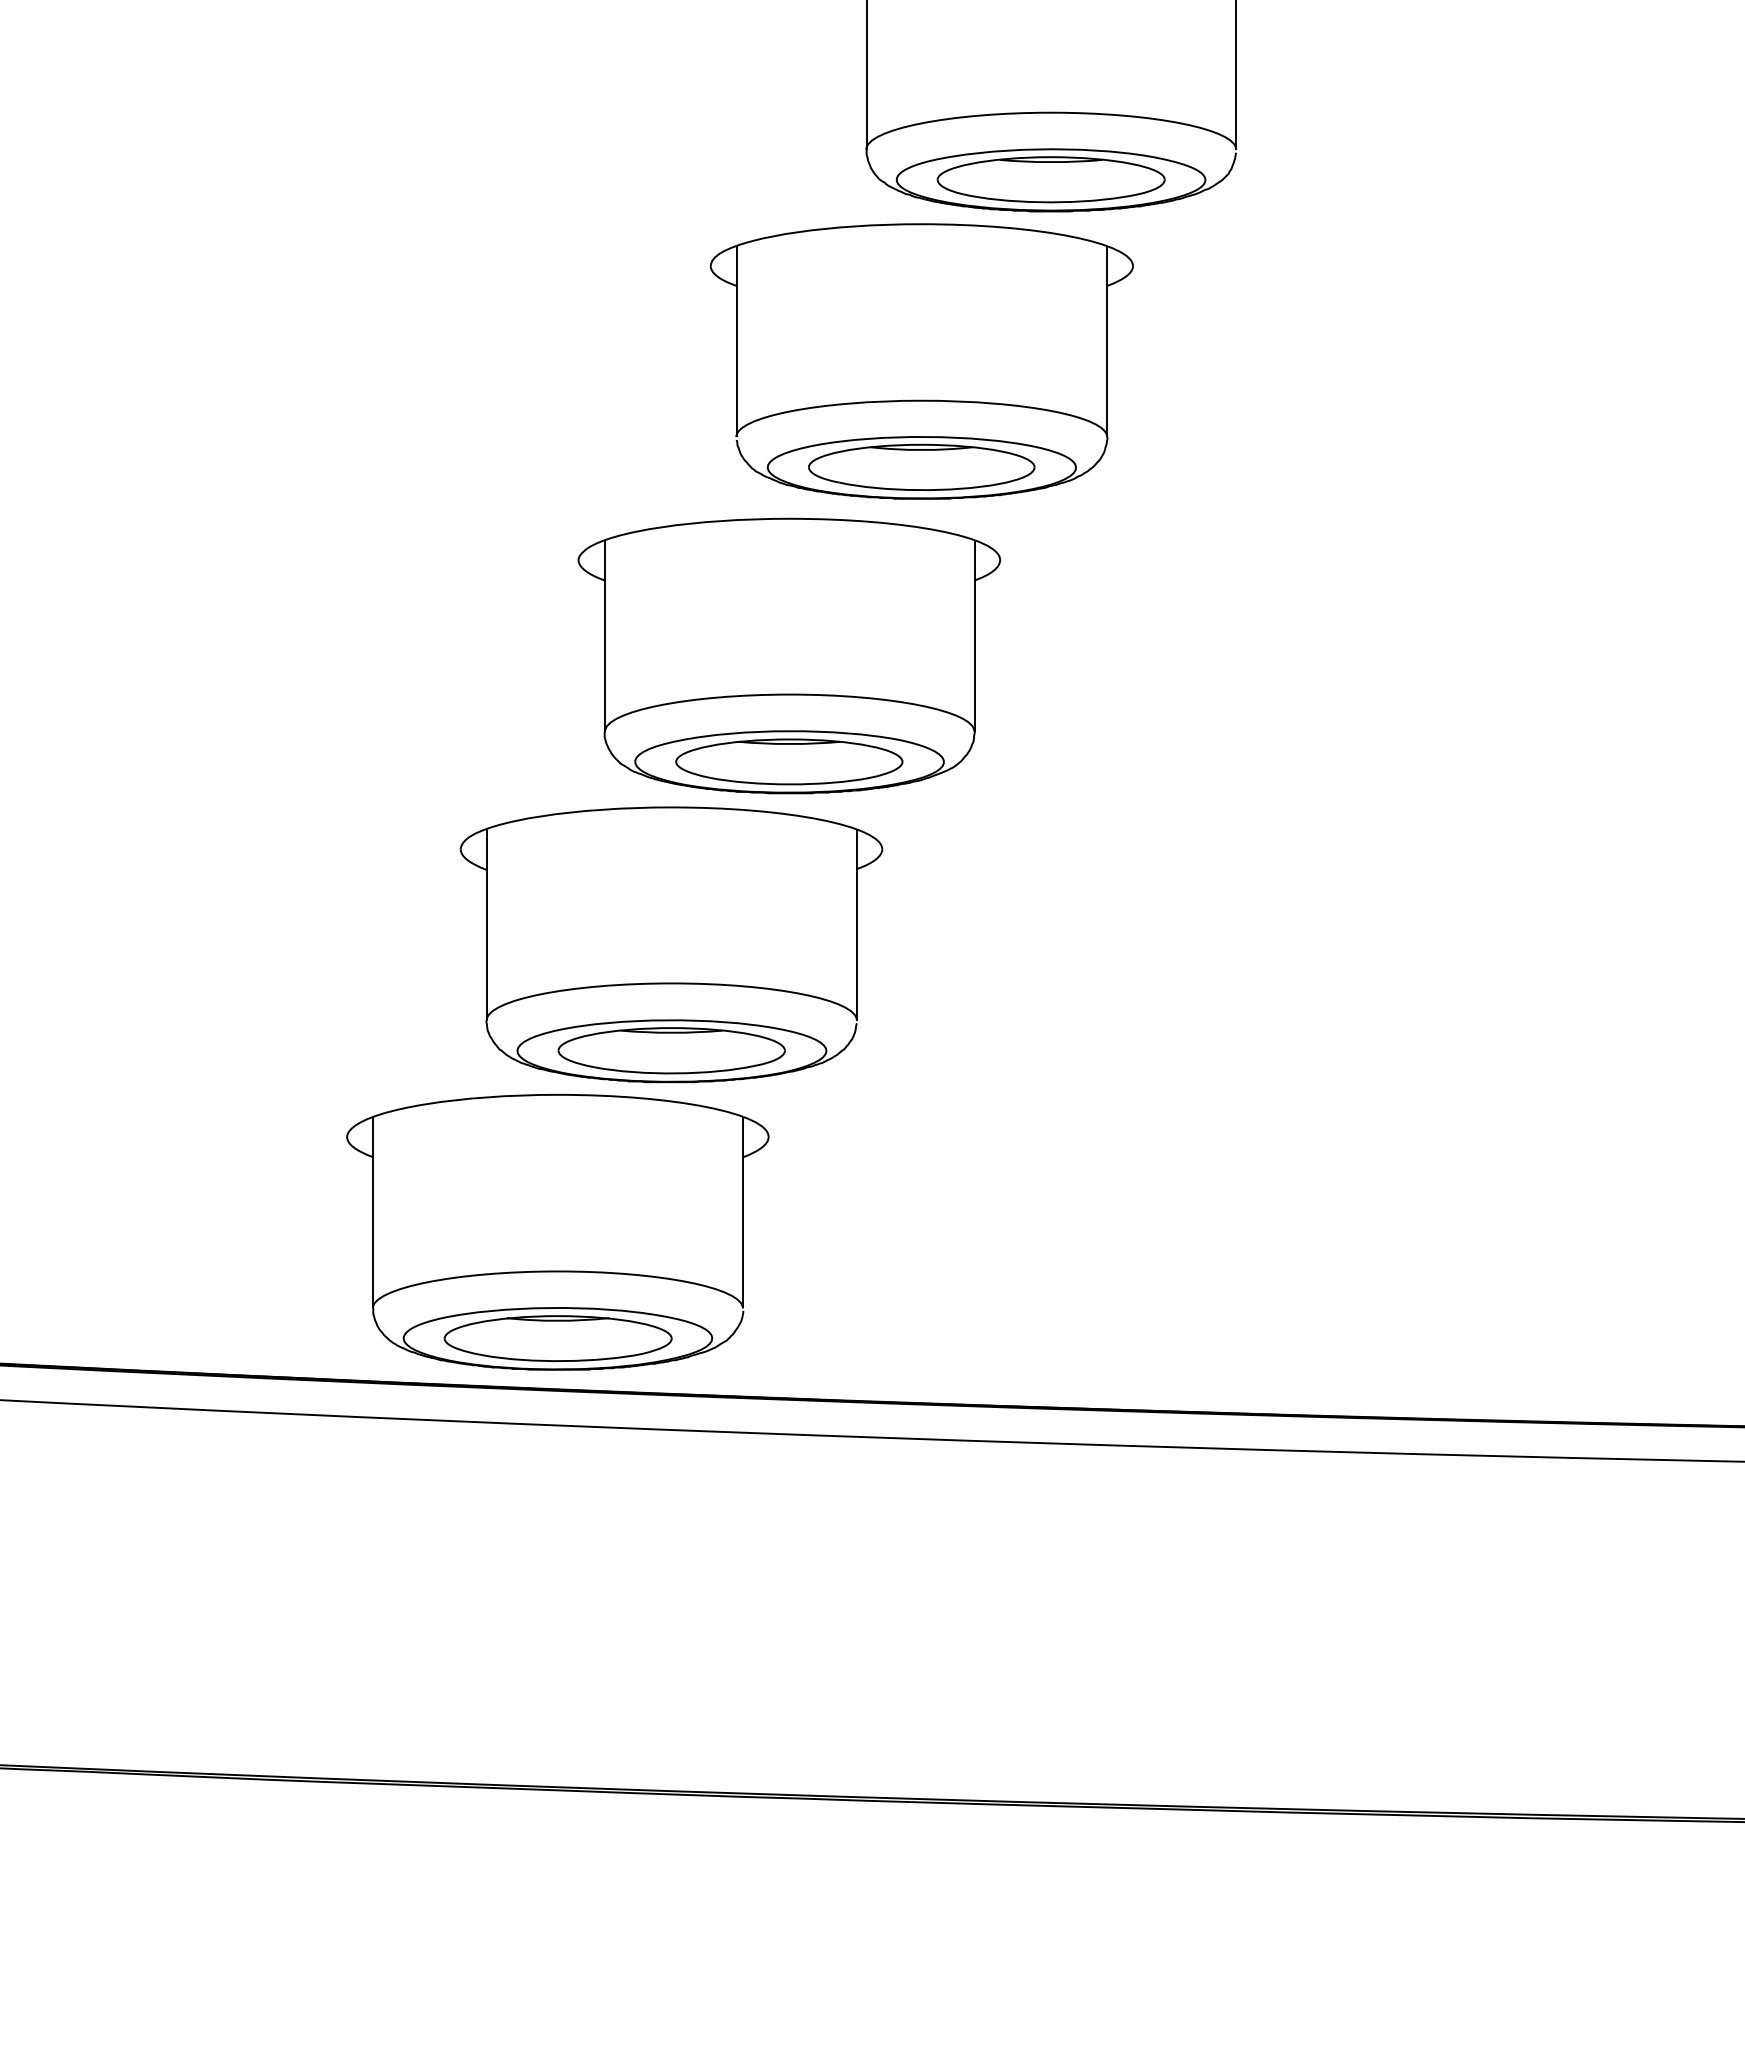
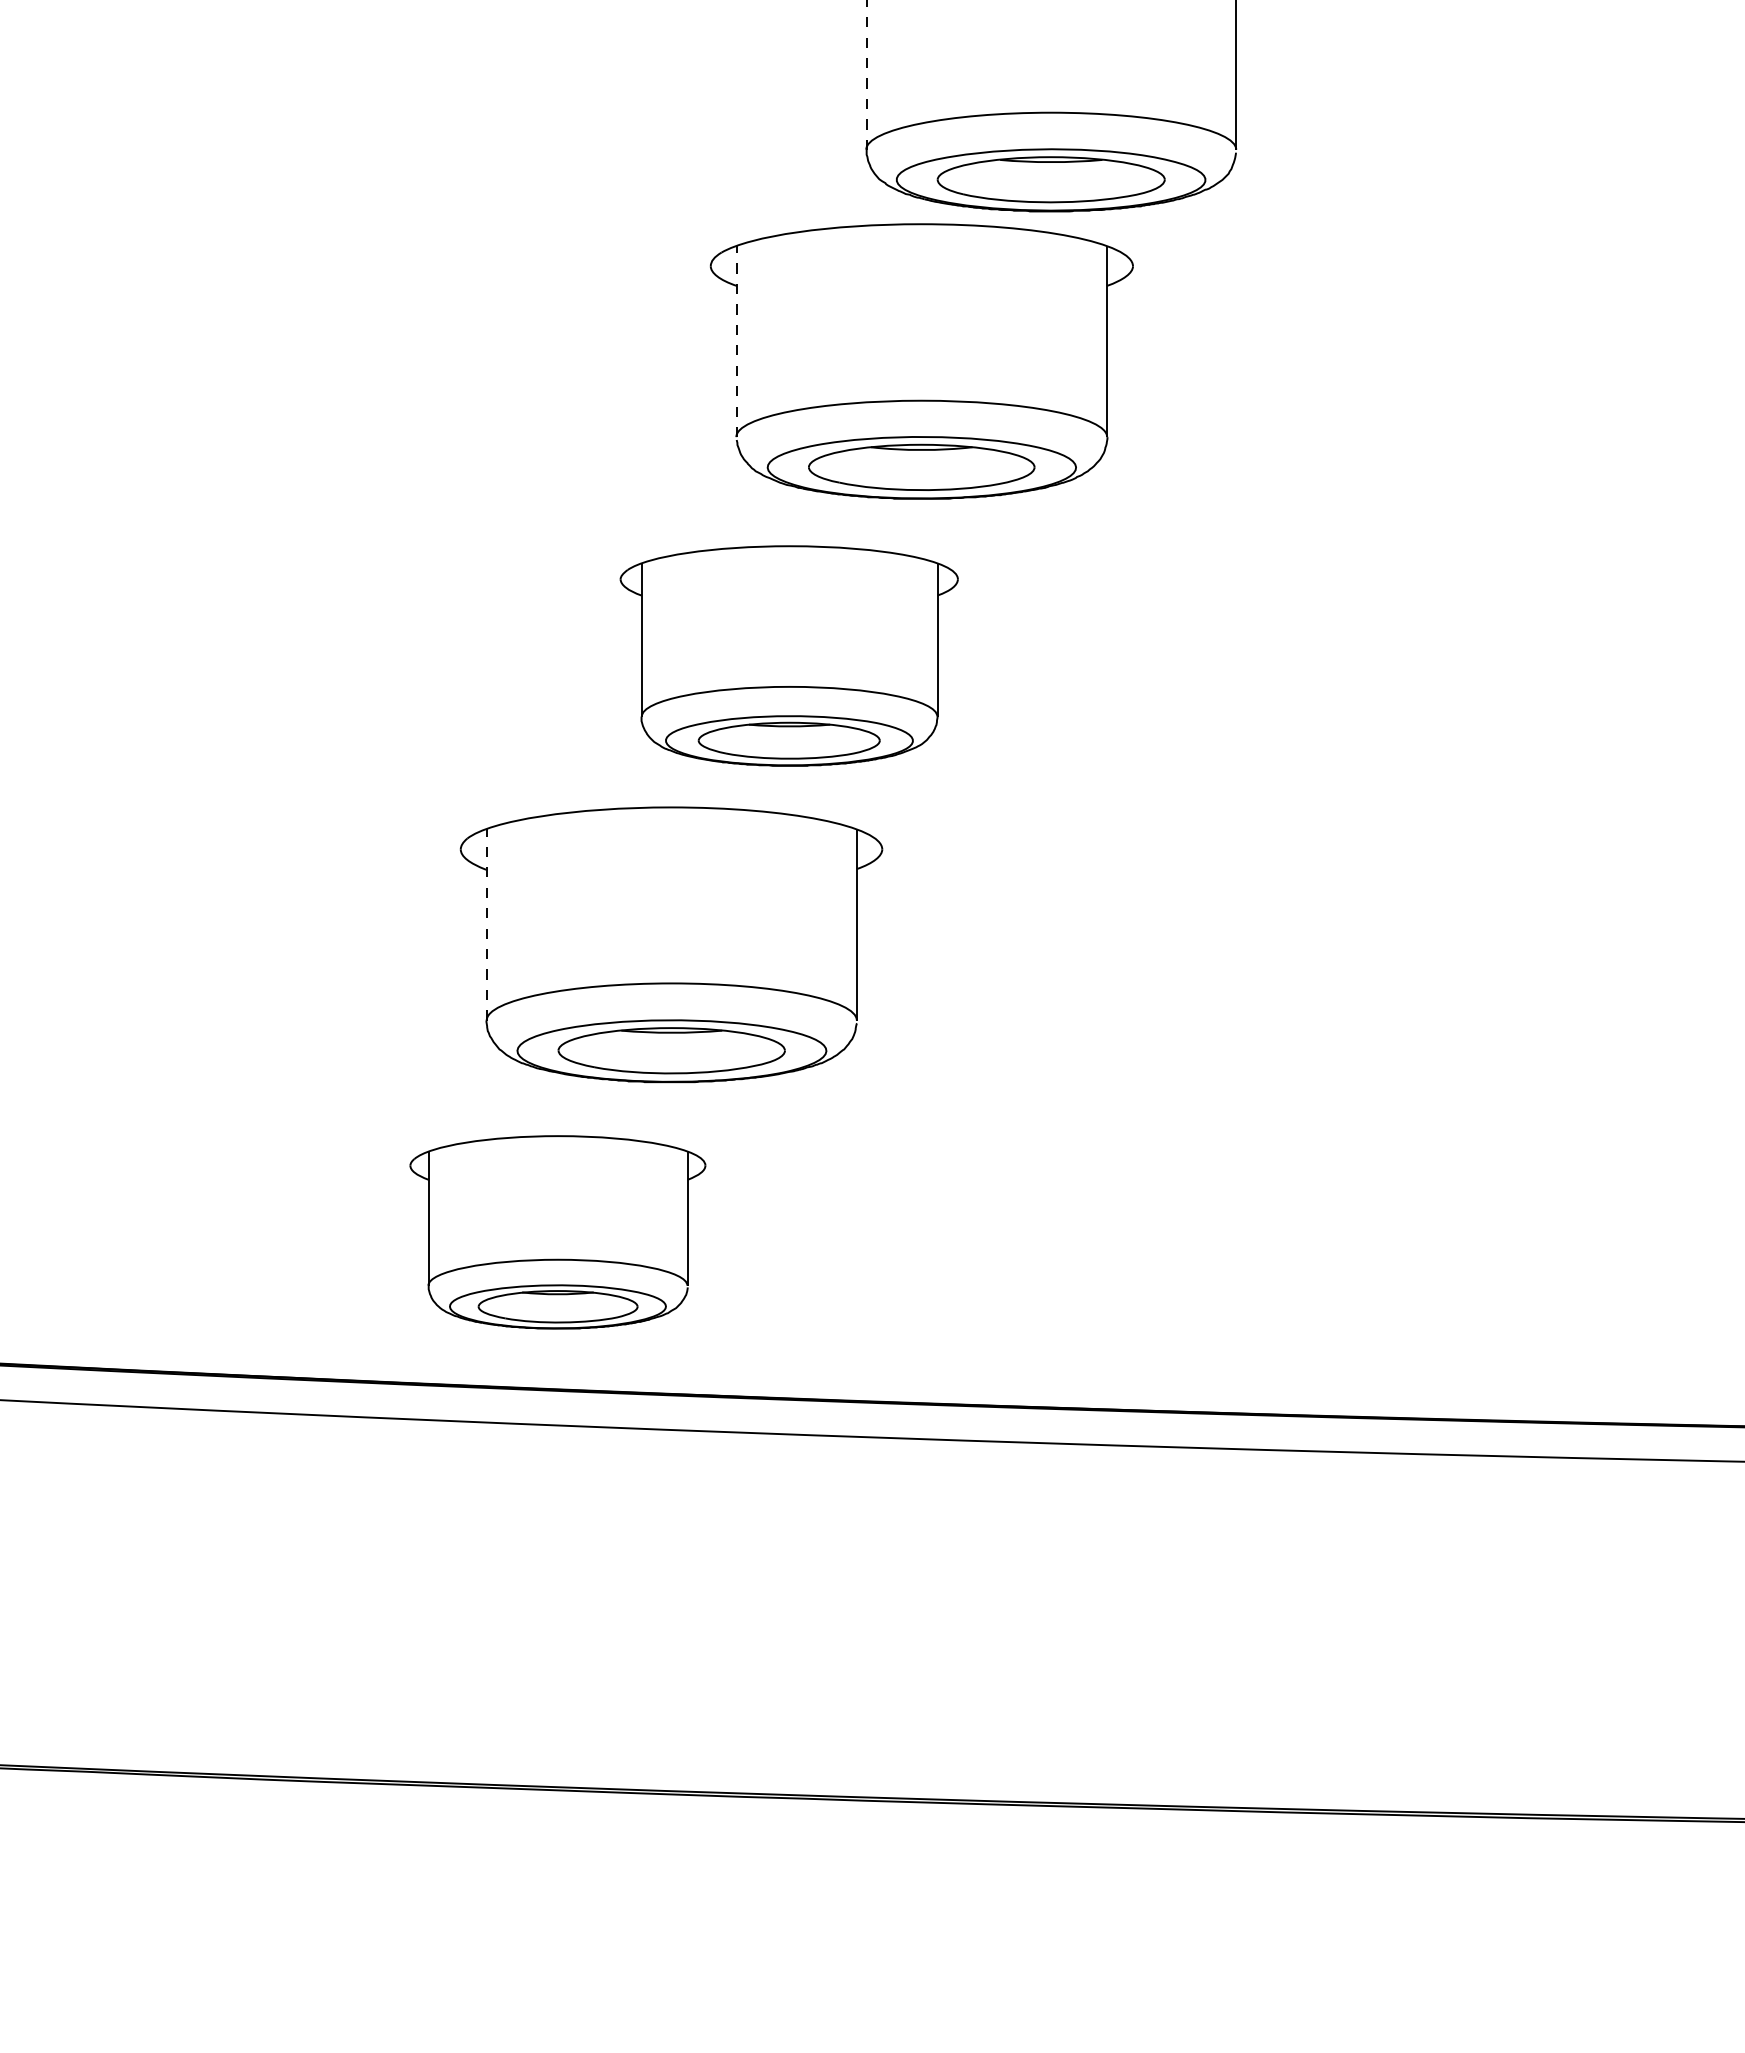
line at (866, 75): solid -> dashed
line at (736, 341): solid -> dashed
part at (788, 655) size: 424x278 px -> 340x222 px
line at (486, 924): solid -> dashed
part at (557, 1232) size: 424x277 px -> 298x195 px
